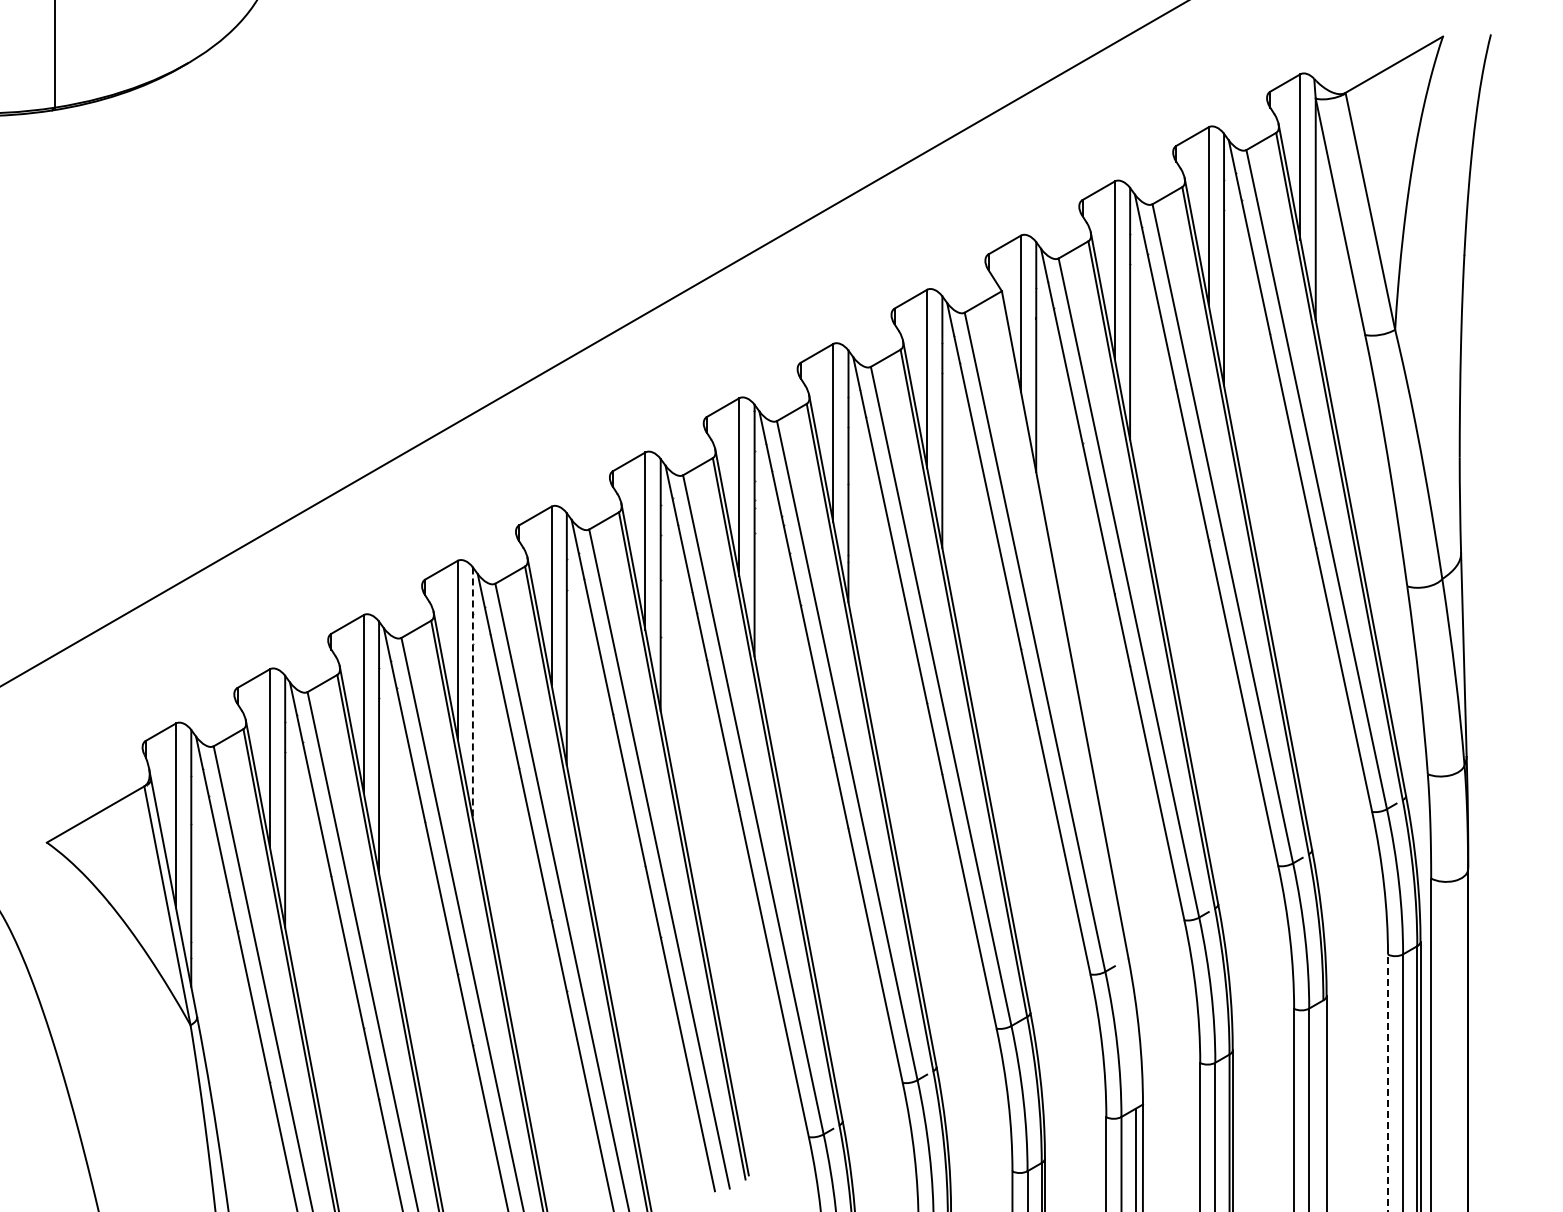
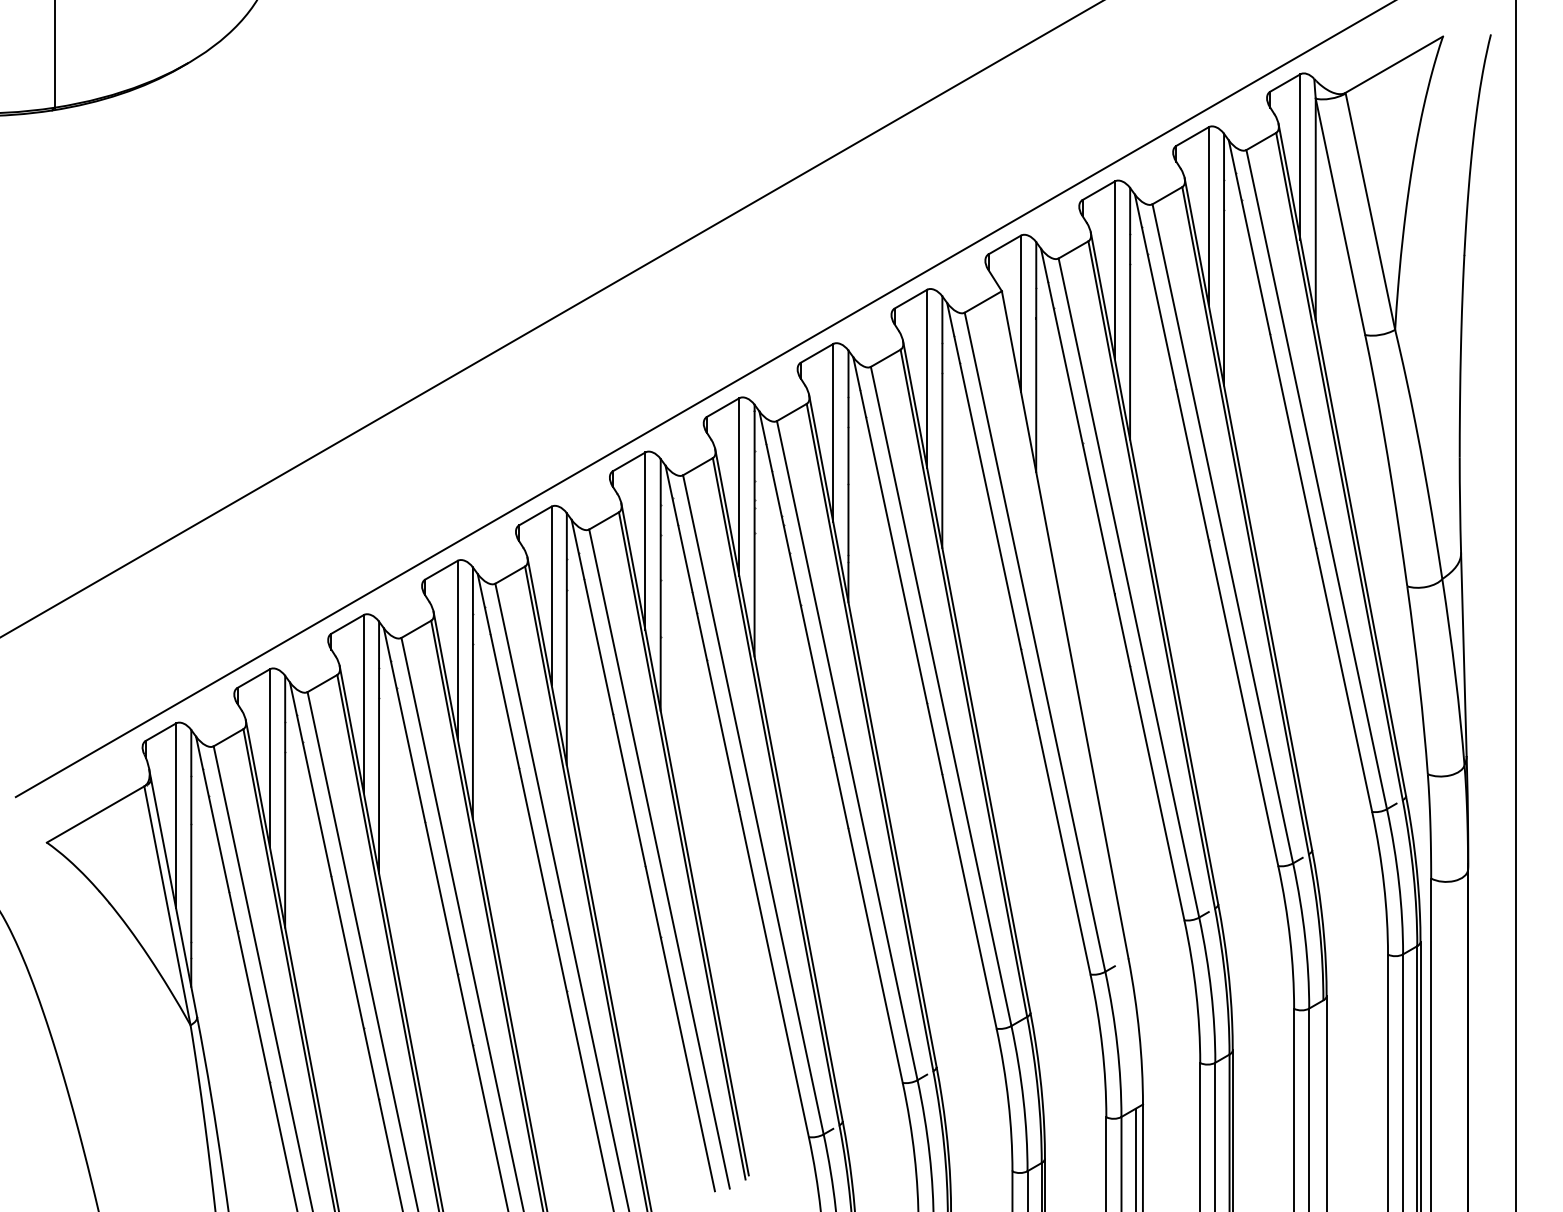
line at (593, 343) position: (593, 343) -> (551, 319)
line at (703, 399): none -> present
line at (1516, 605): none -> present
line at (472, 693): dashed -> solid
line at (1388, 1082): dashed -> solid
